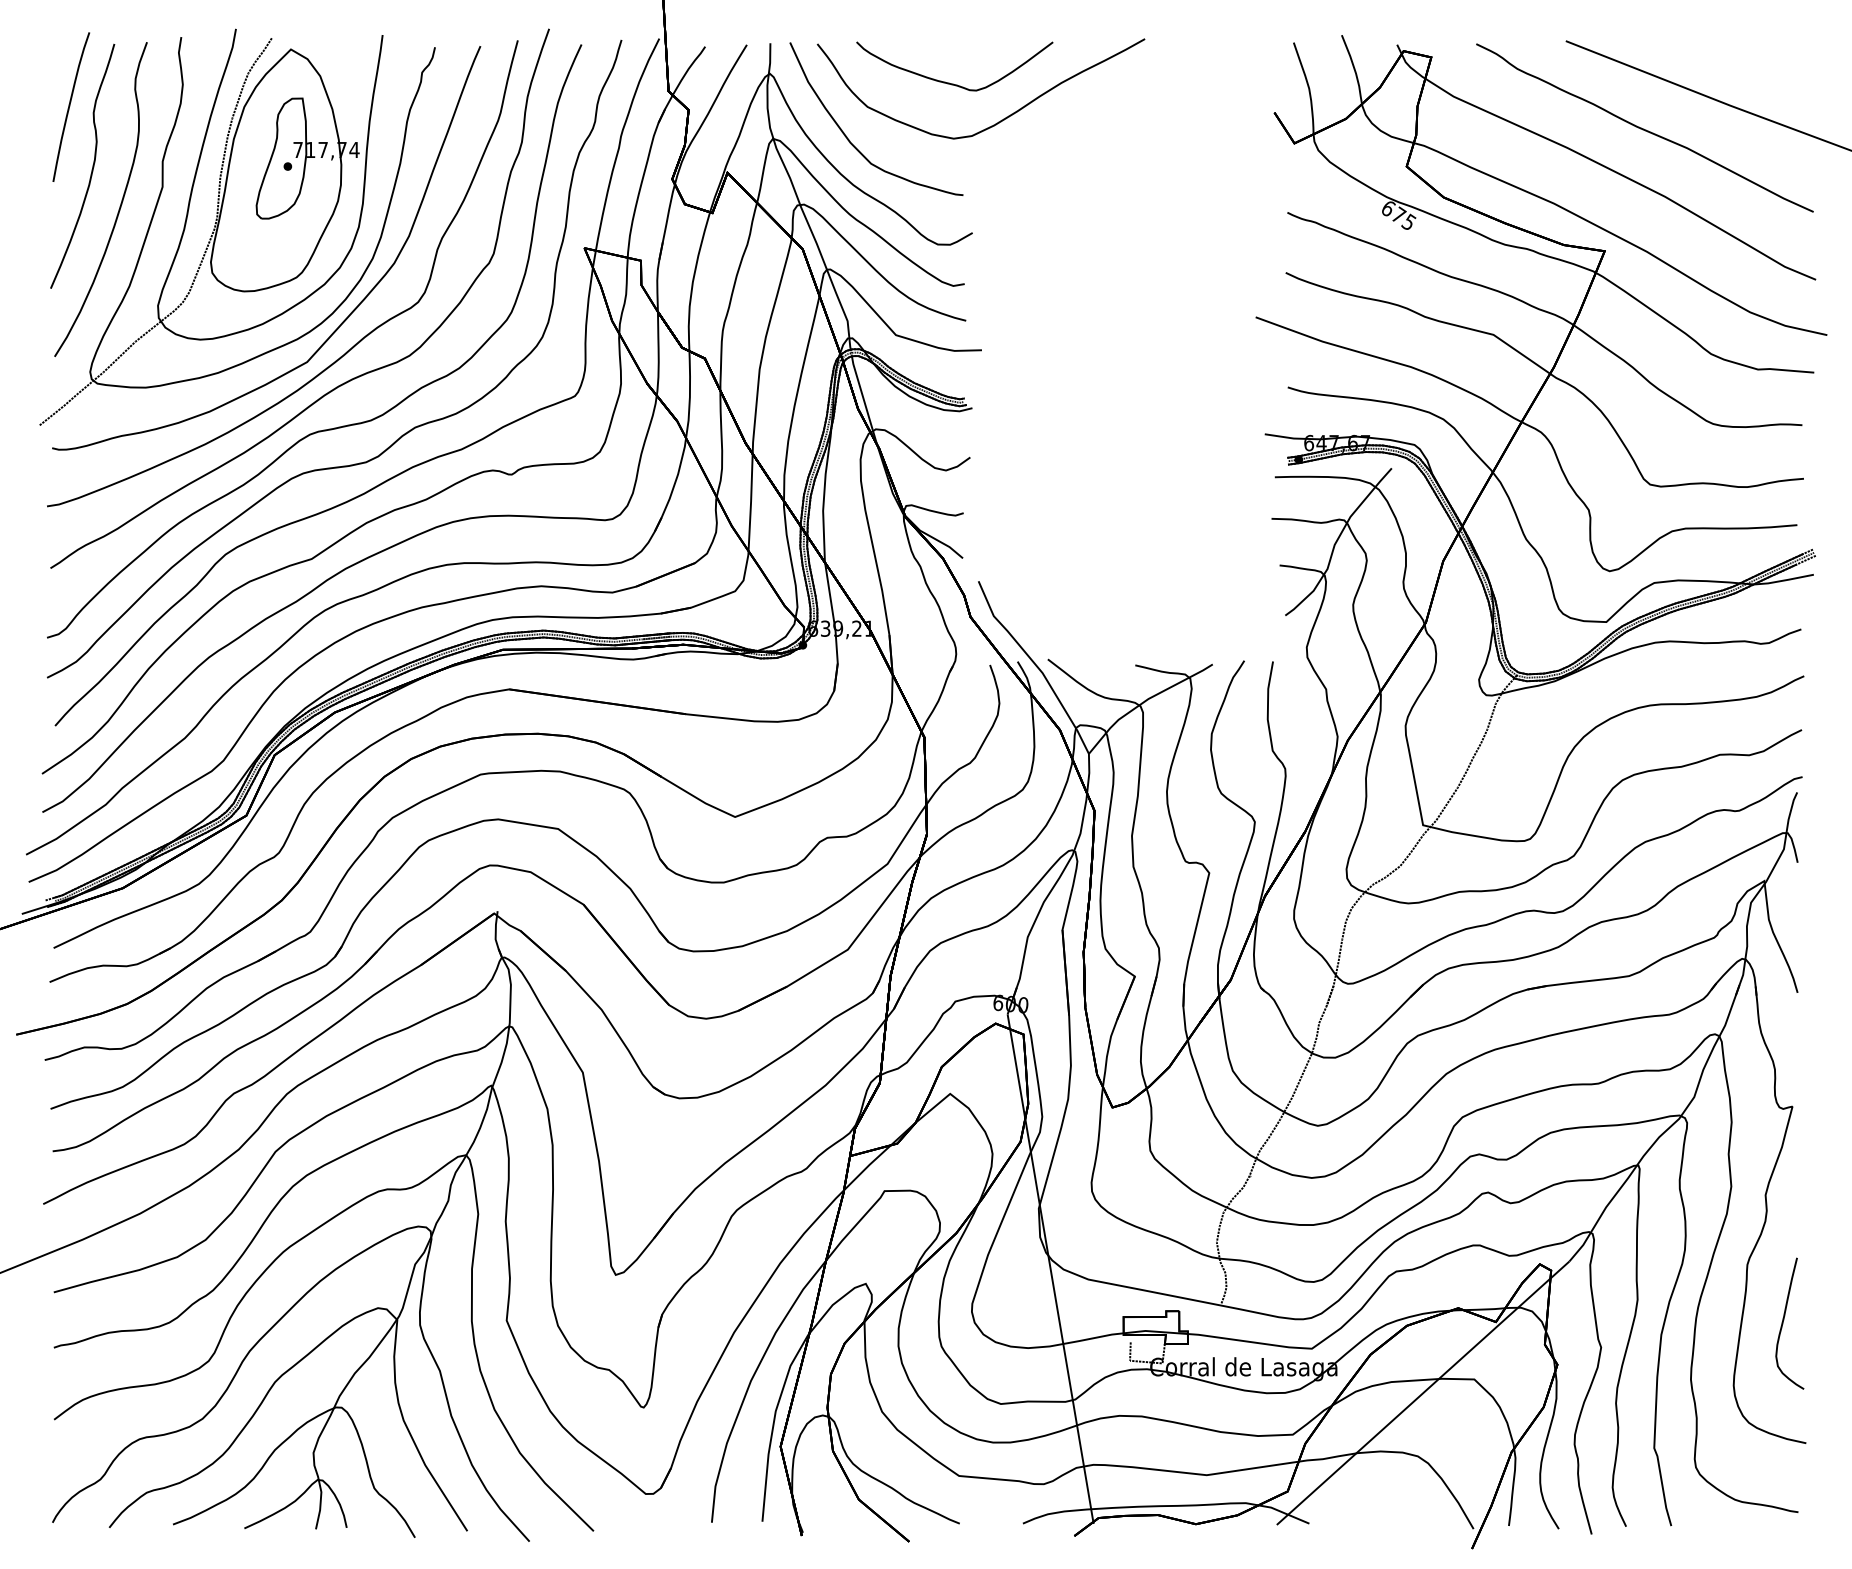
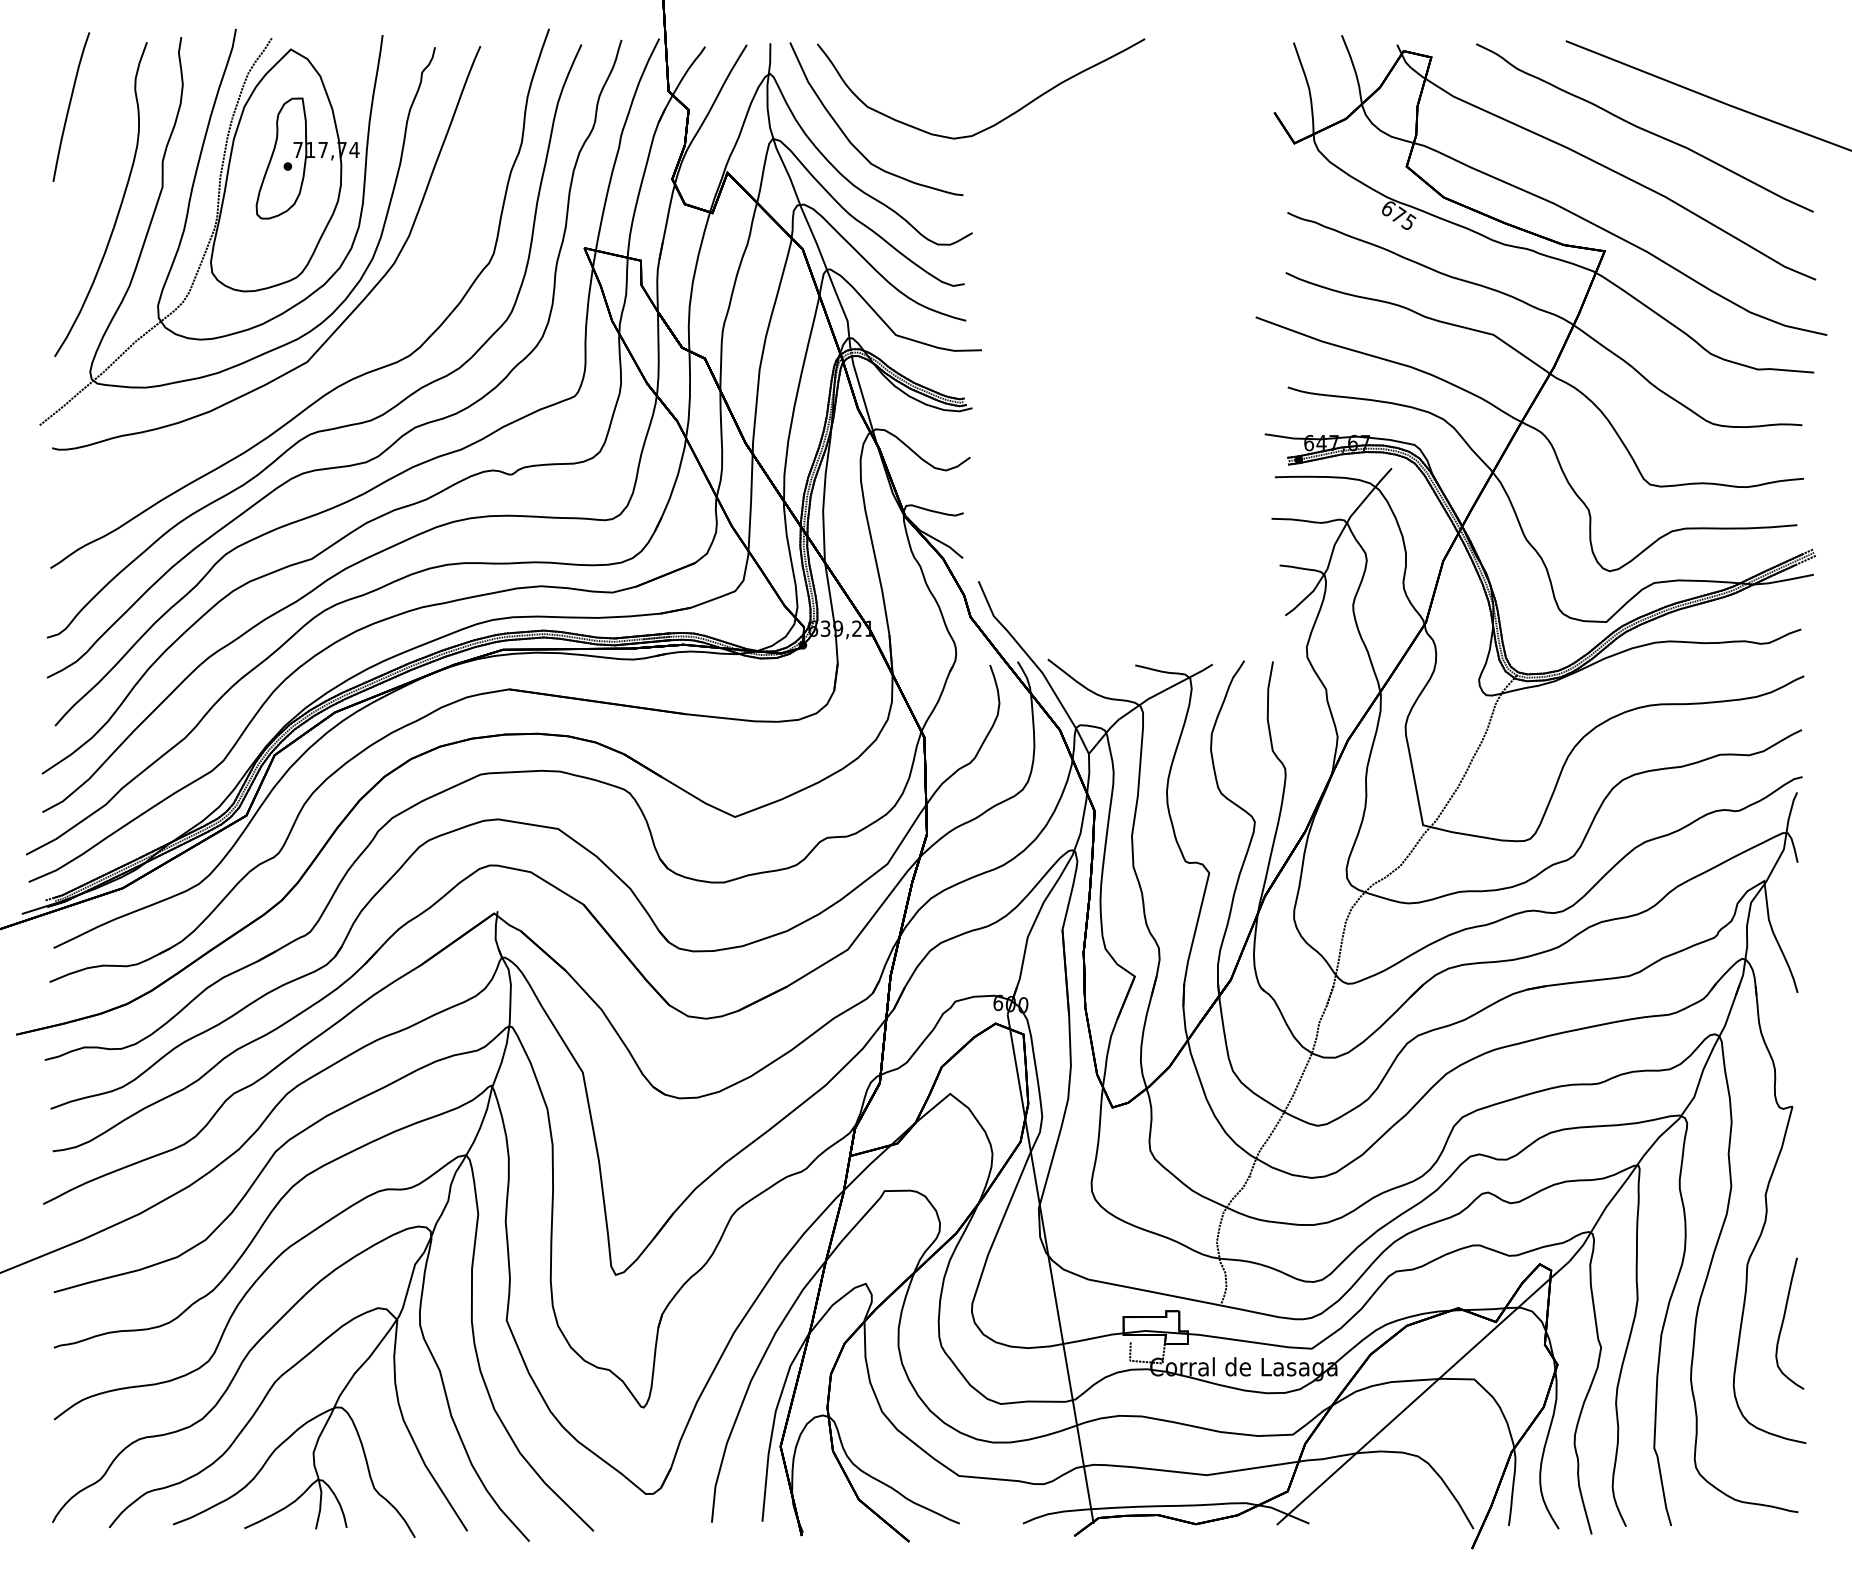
part at (949, 82): present -> none
part at (348, 349): present -> none
